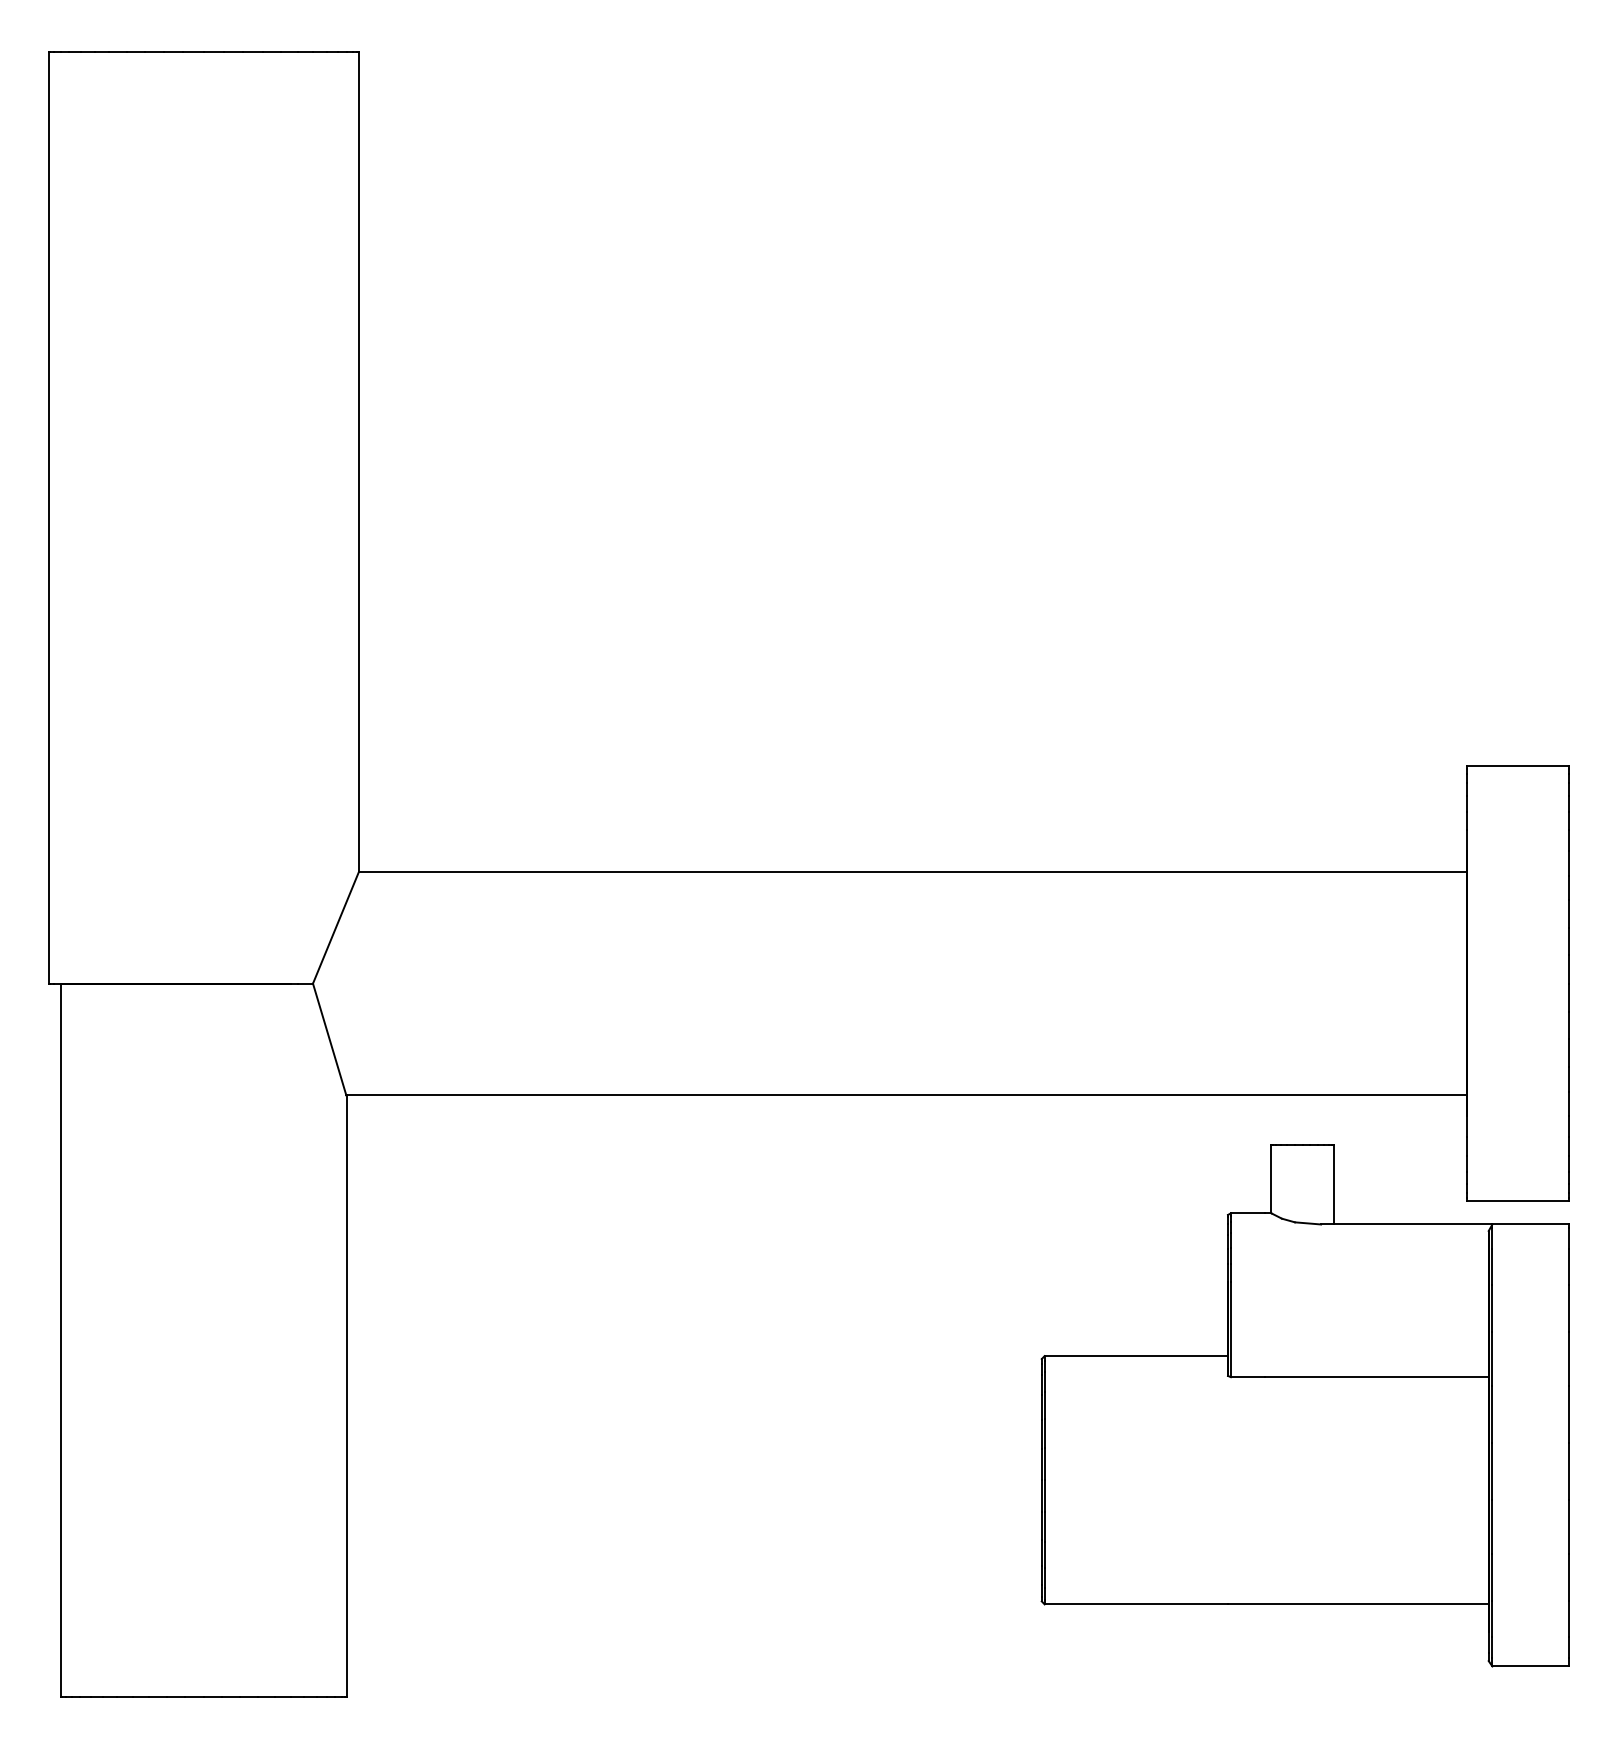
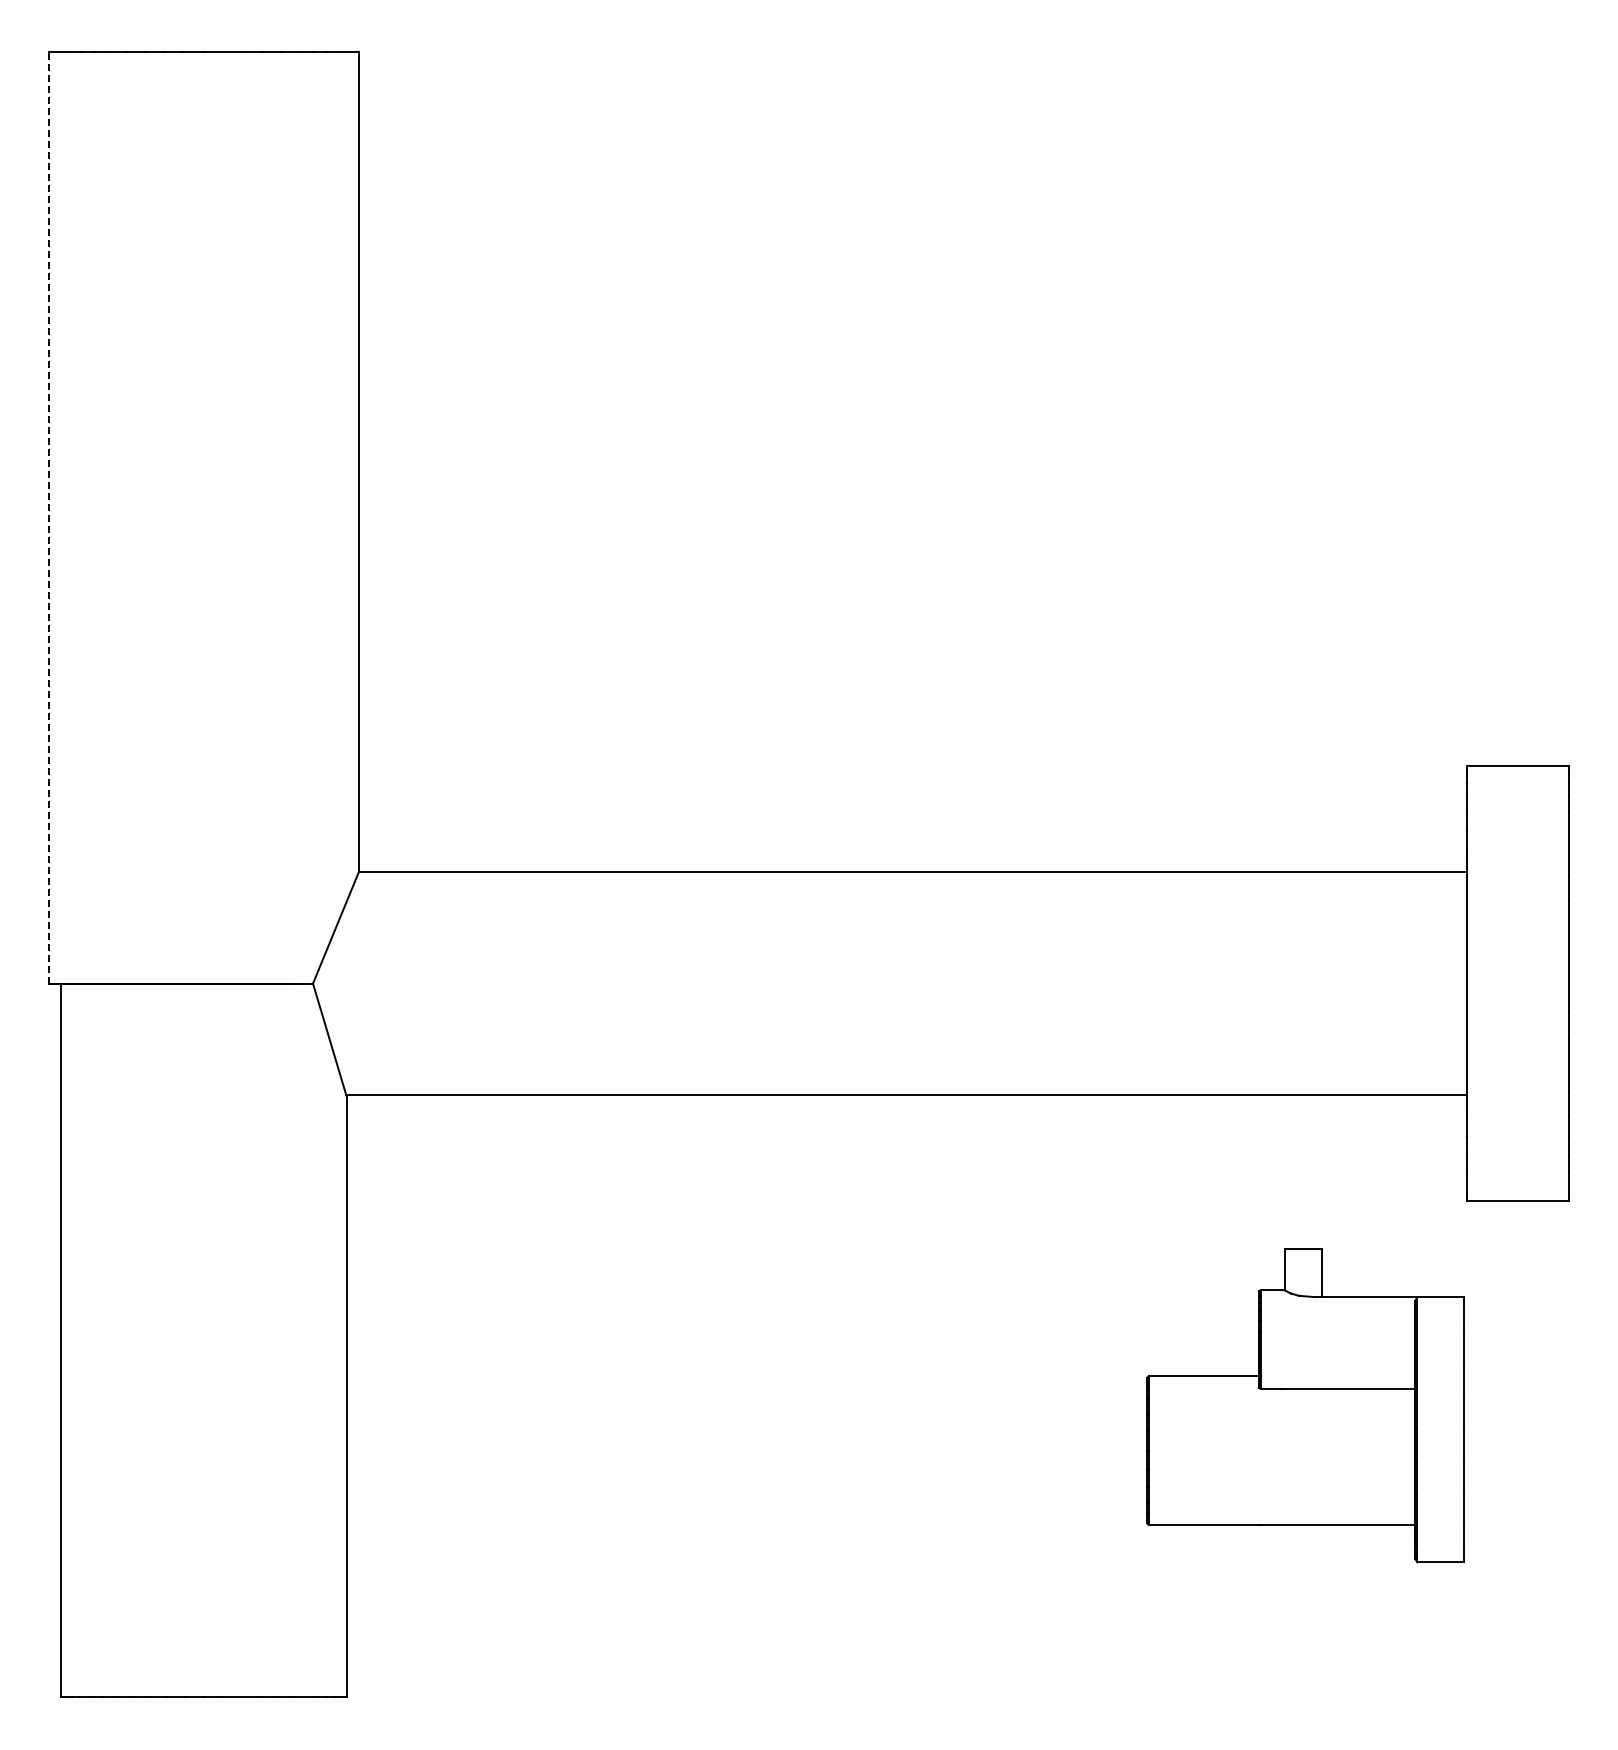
line at (48, 518): solid -> dashed
part at (1304, 1405) size: 530x524 px -> 319x316 px
